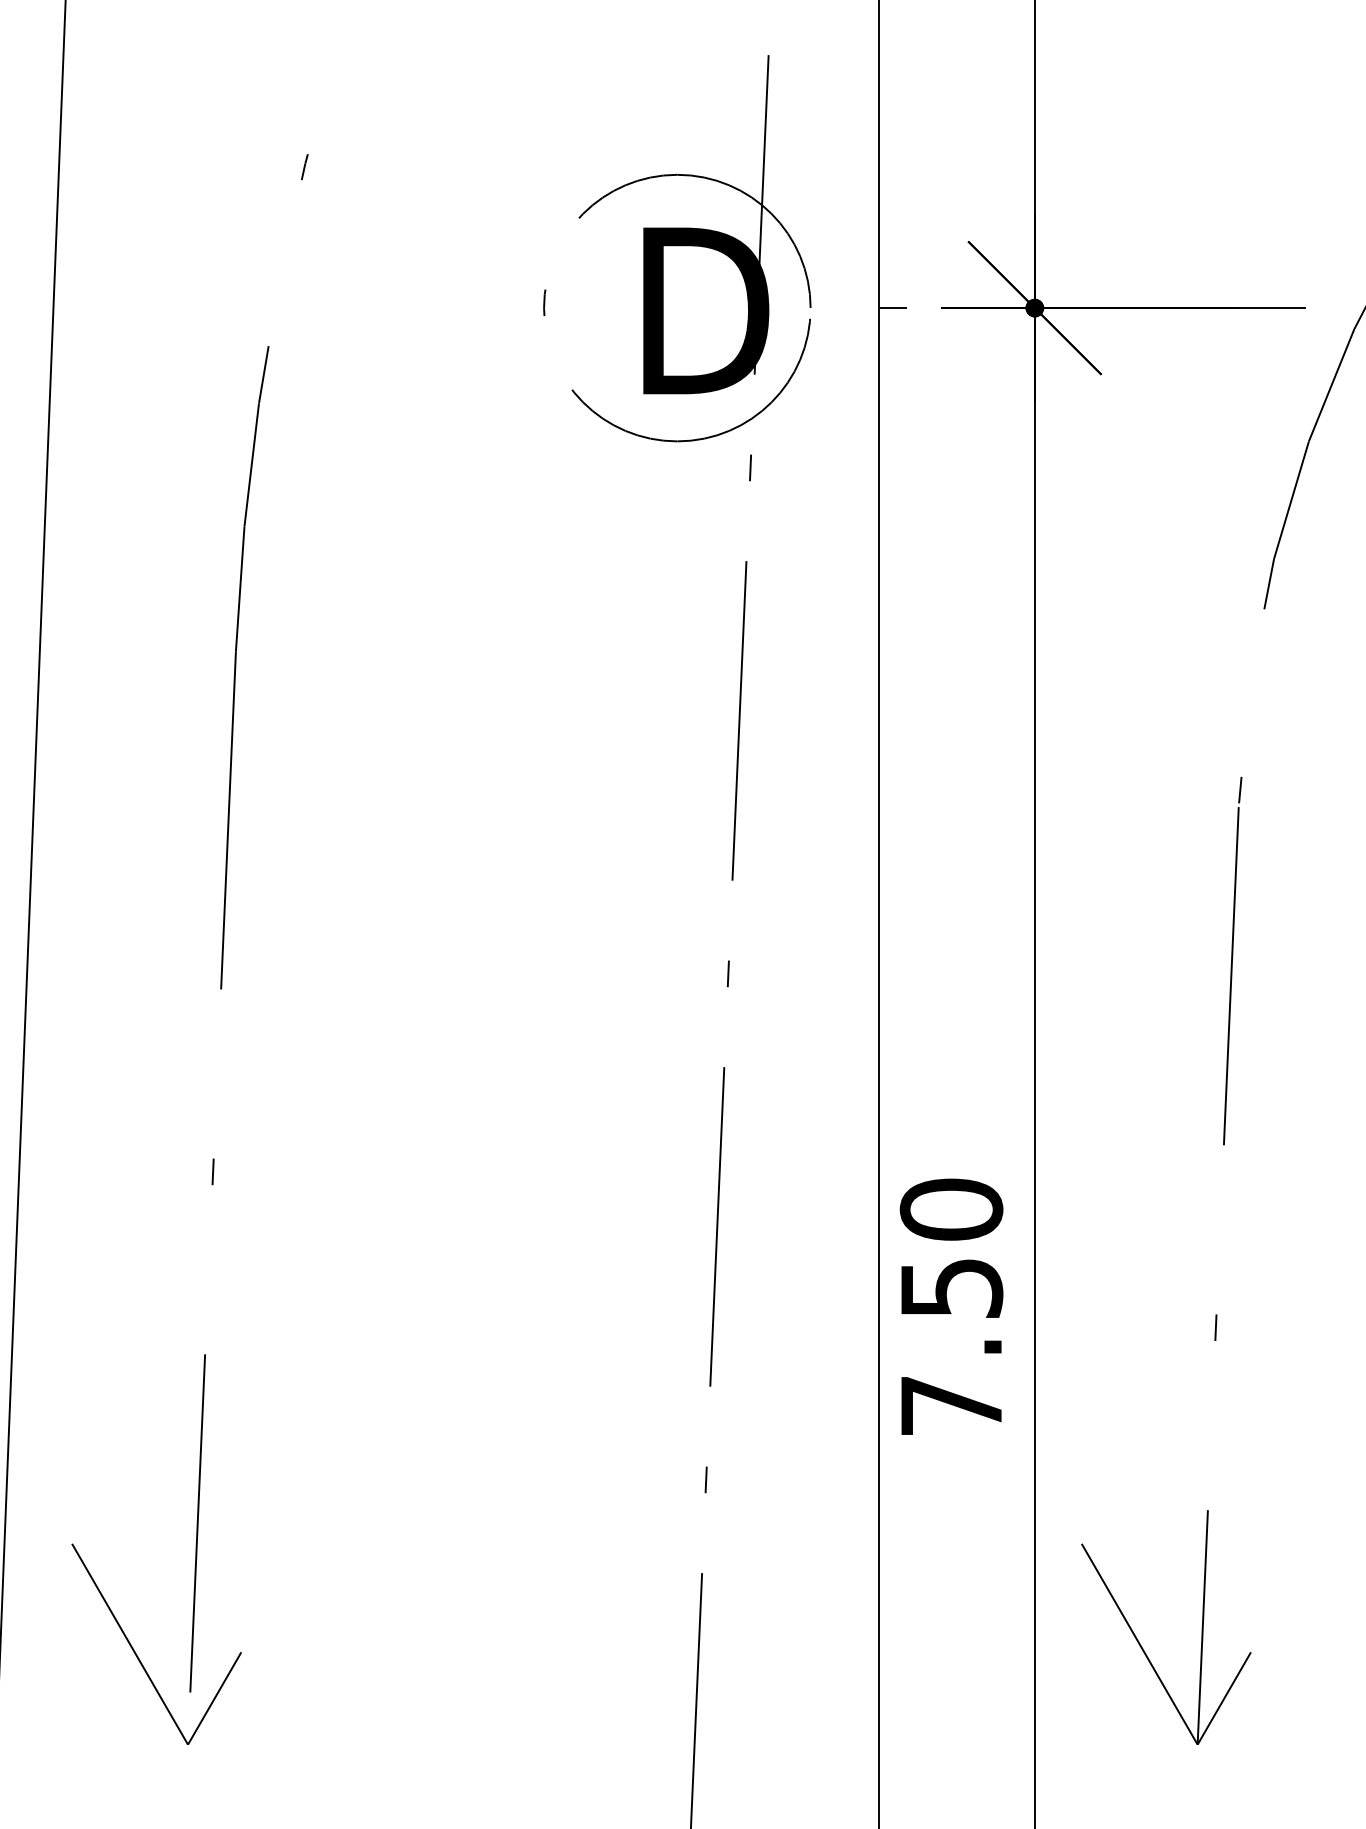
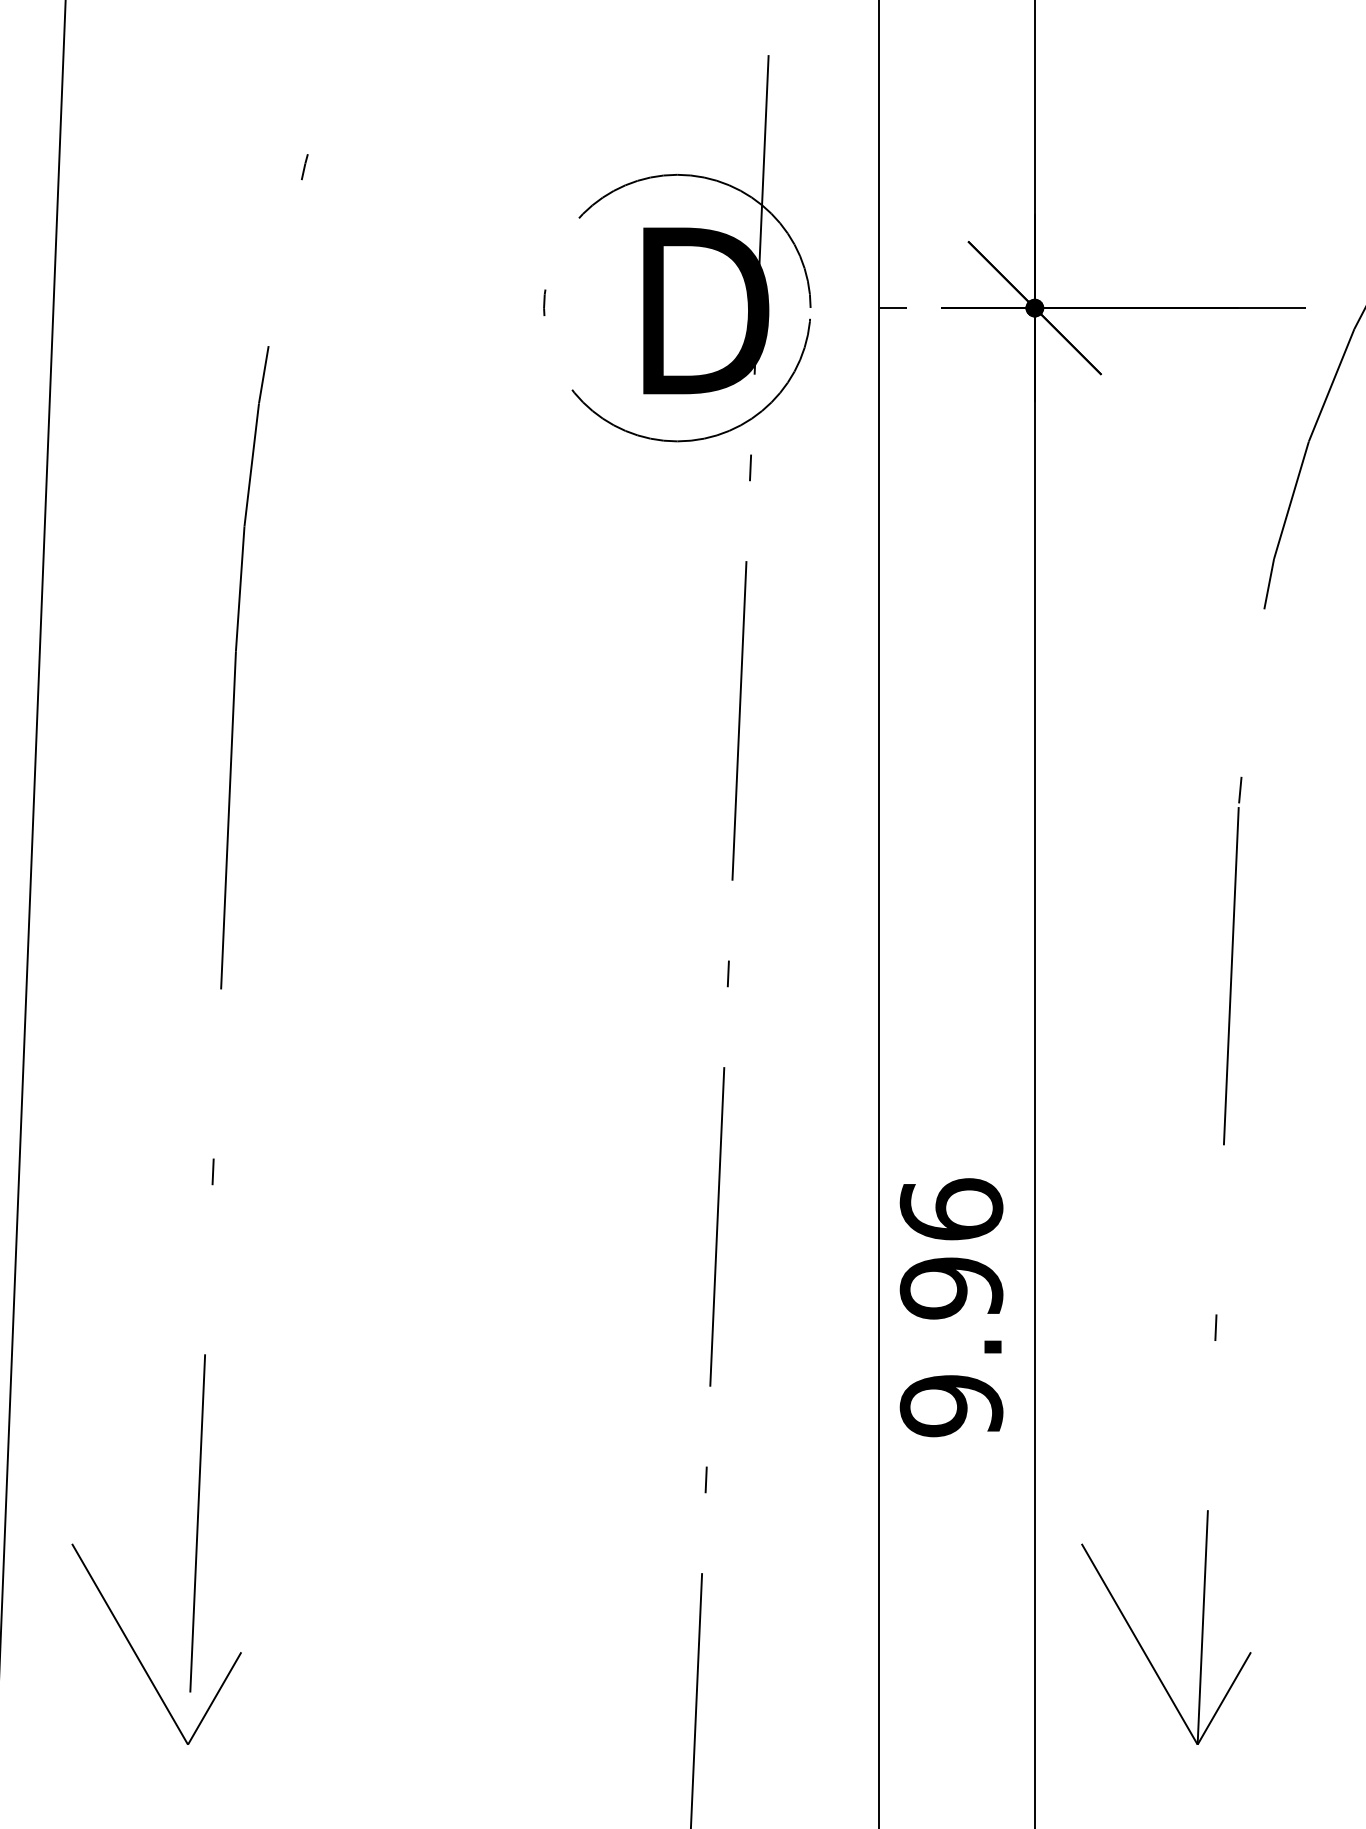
text at (951, 1307): 7.50 -> 9.96
